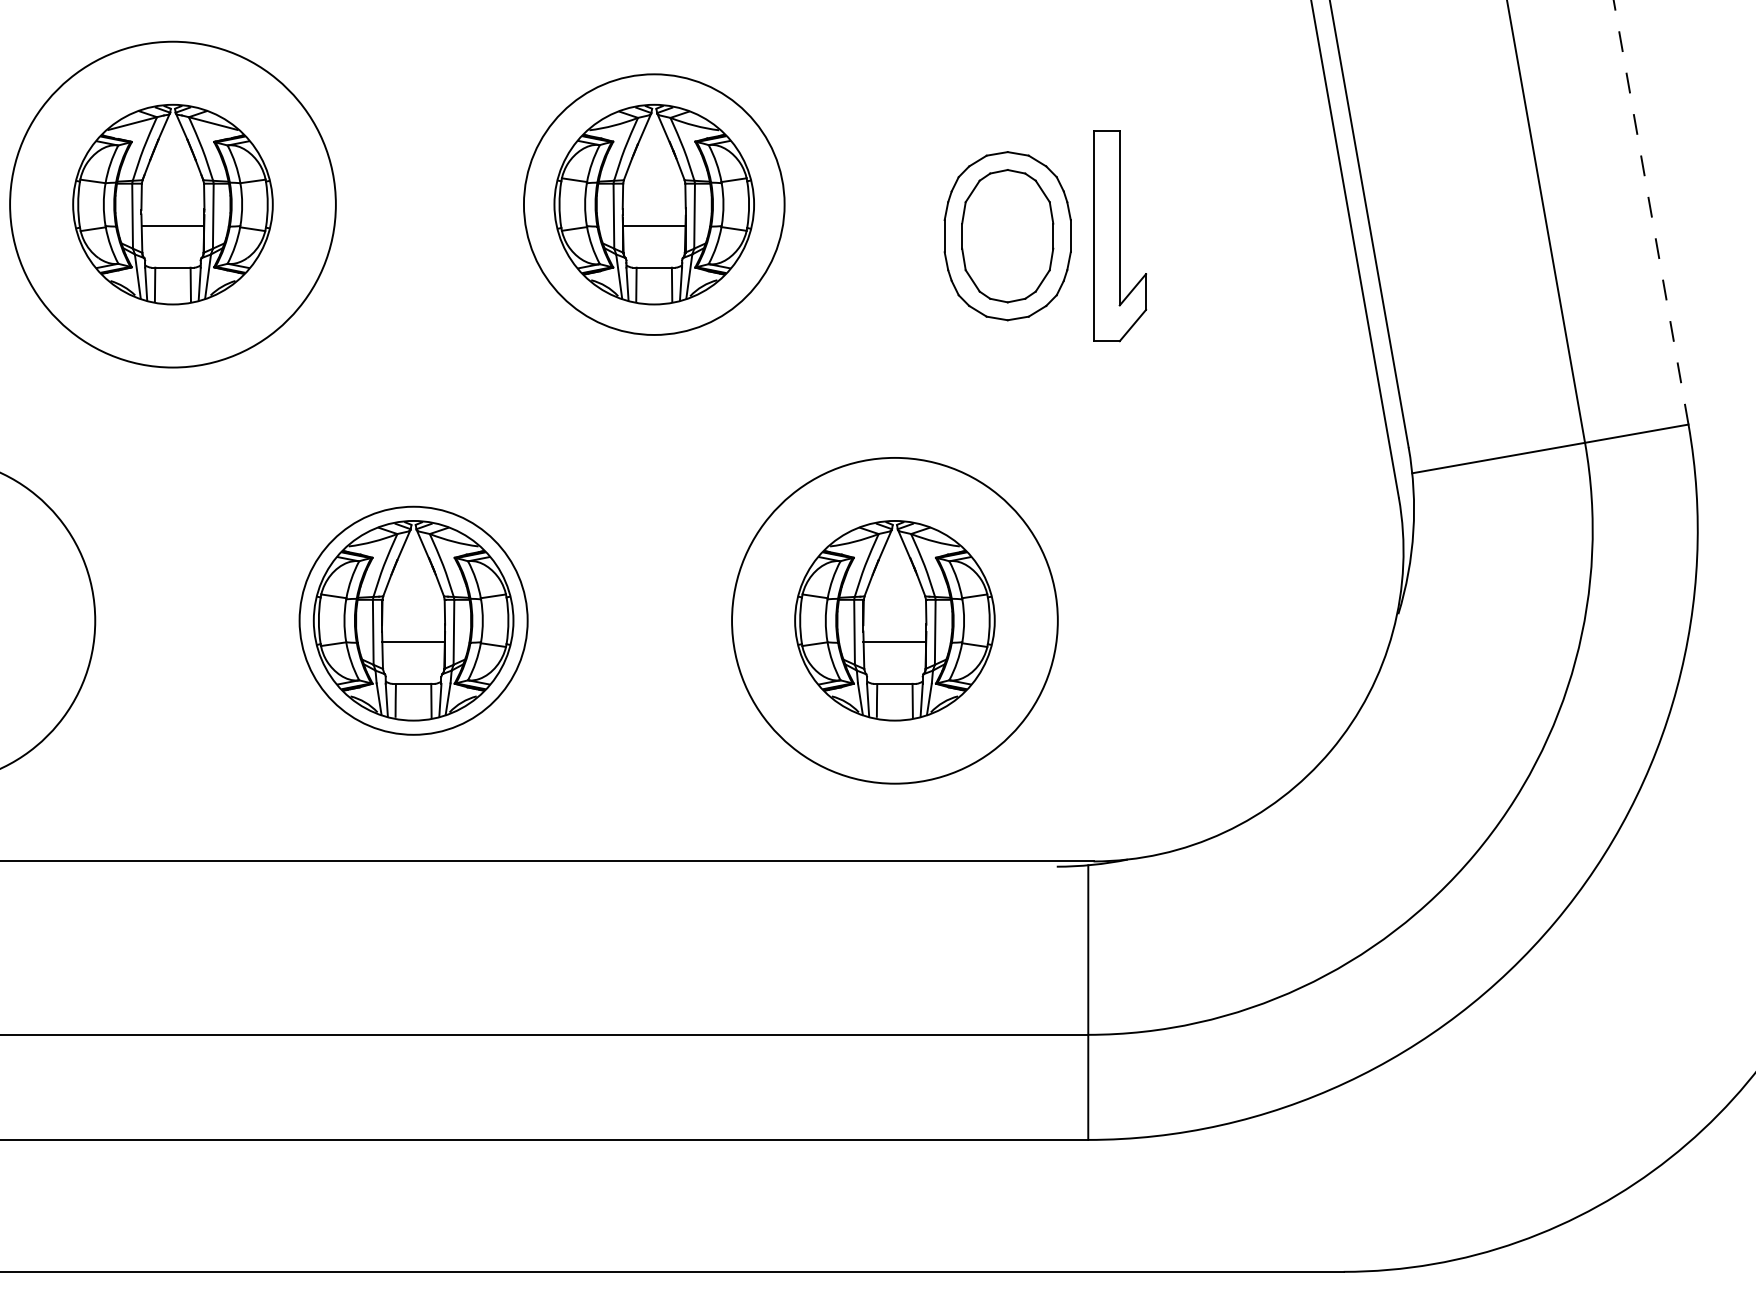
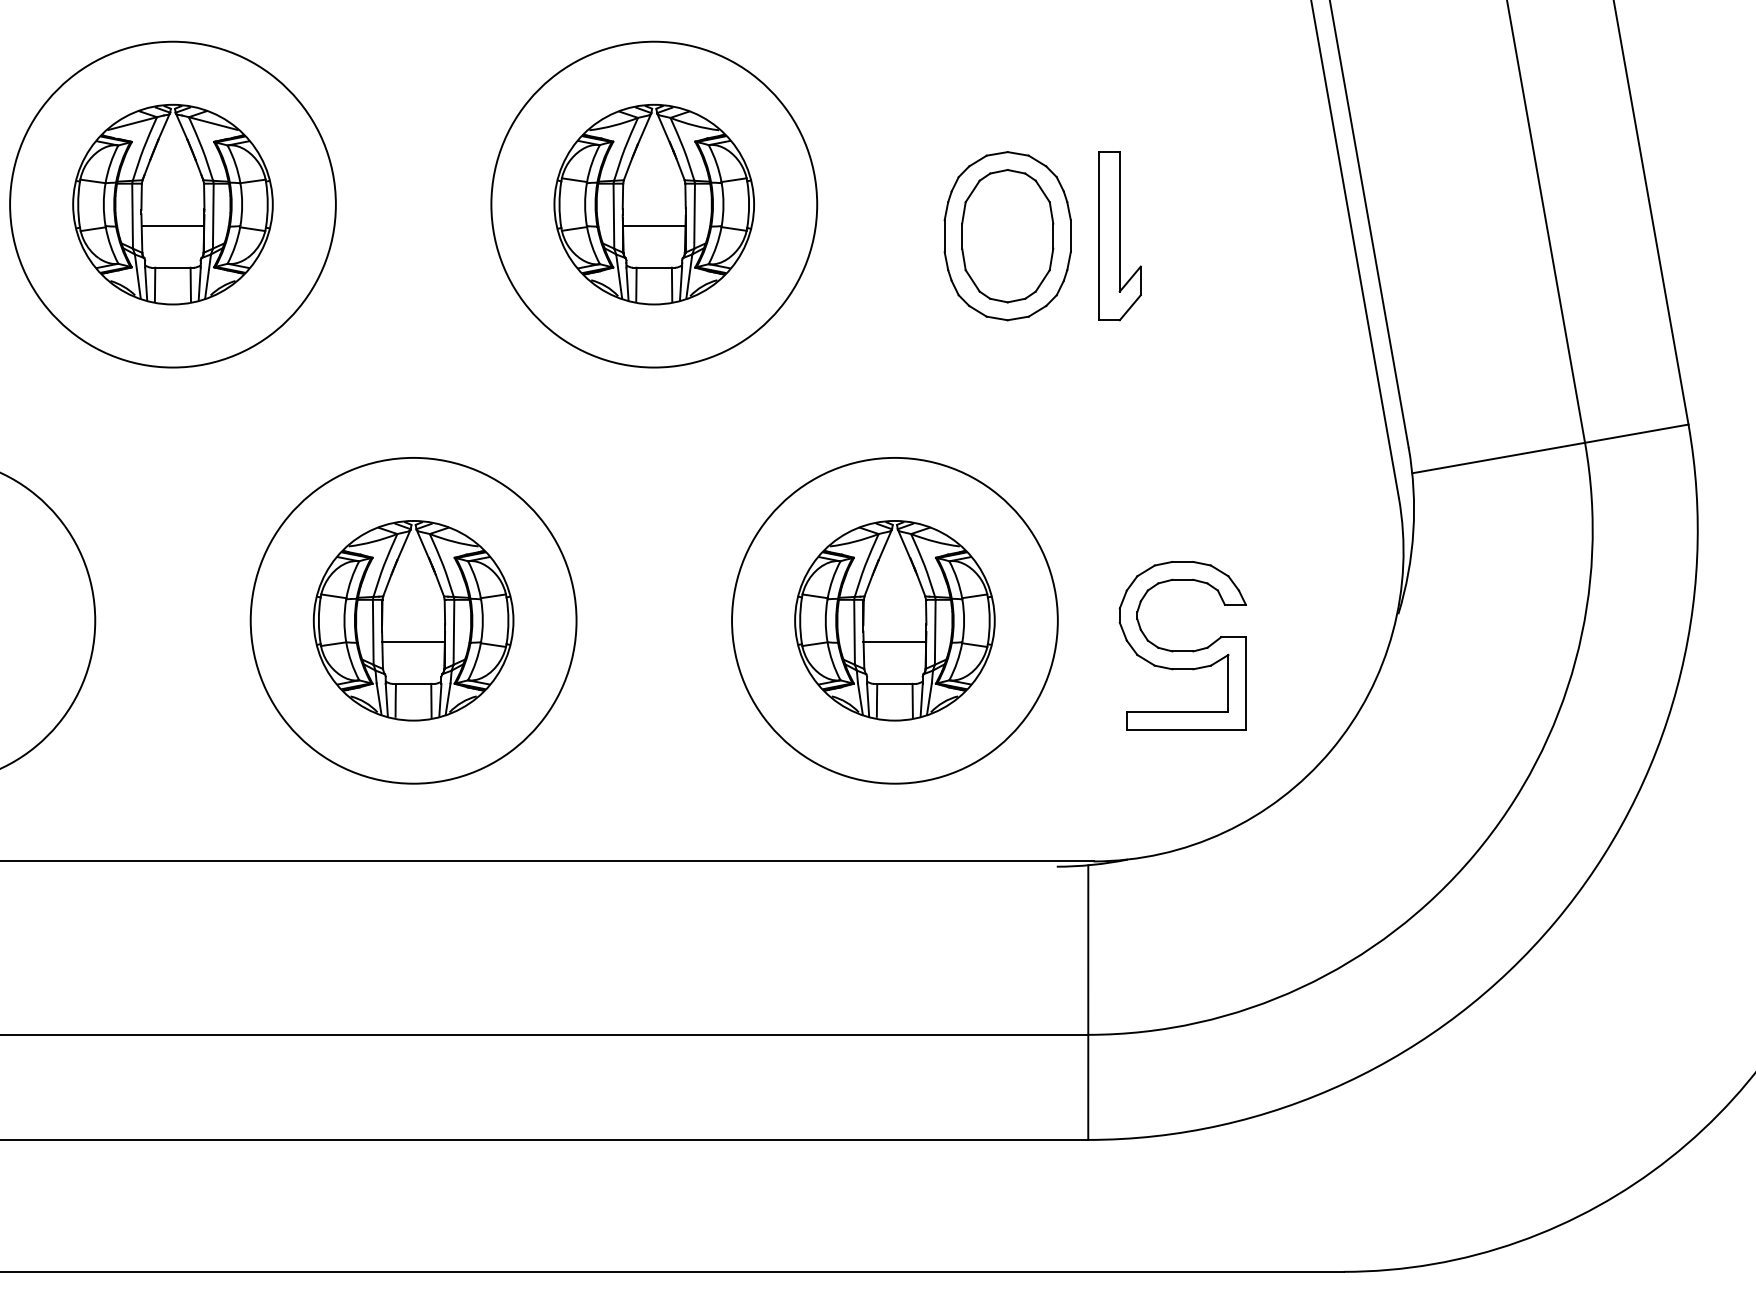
circle at (653, 204) diameter: 261 px -> 326 px
line at (1651, 211): dashed -> solid
part at (1120, 236) size: 55x213 px -> 44x171 px
circle at (413, 620) diameter: 228 px -> 326 px
part at (1182, 645): none -> present
